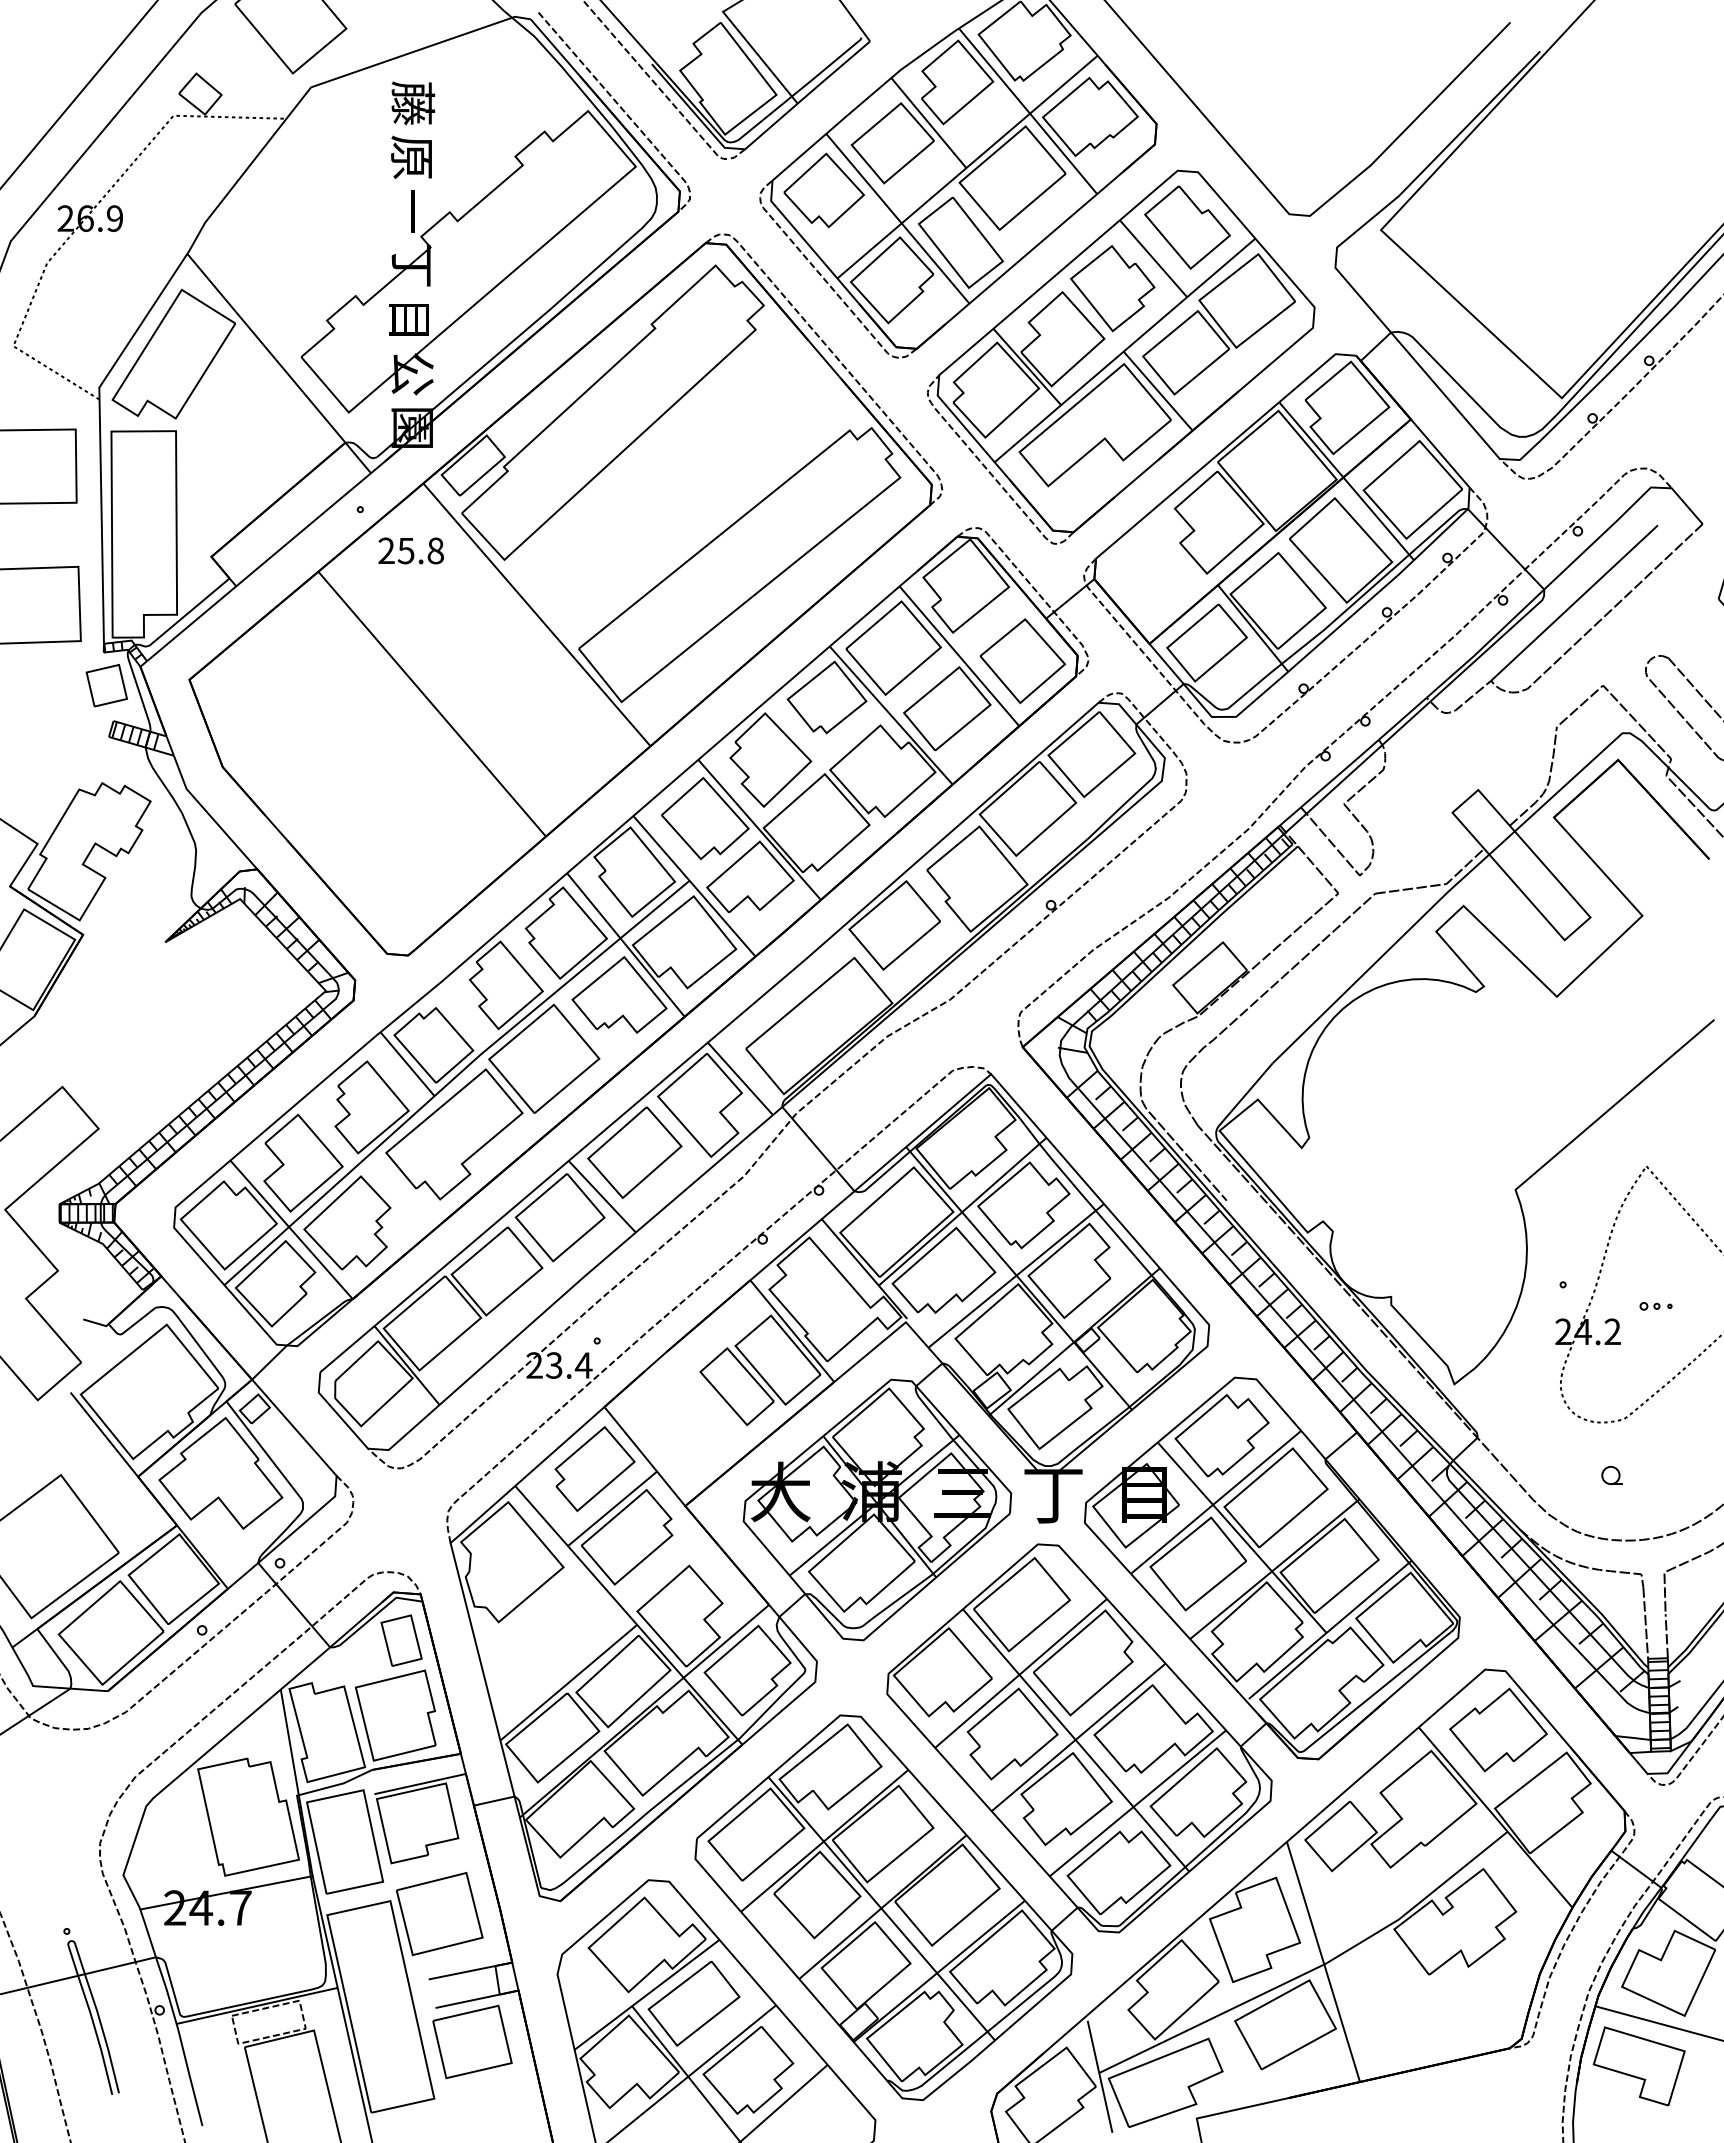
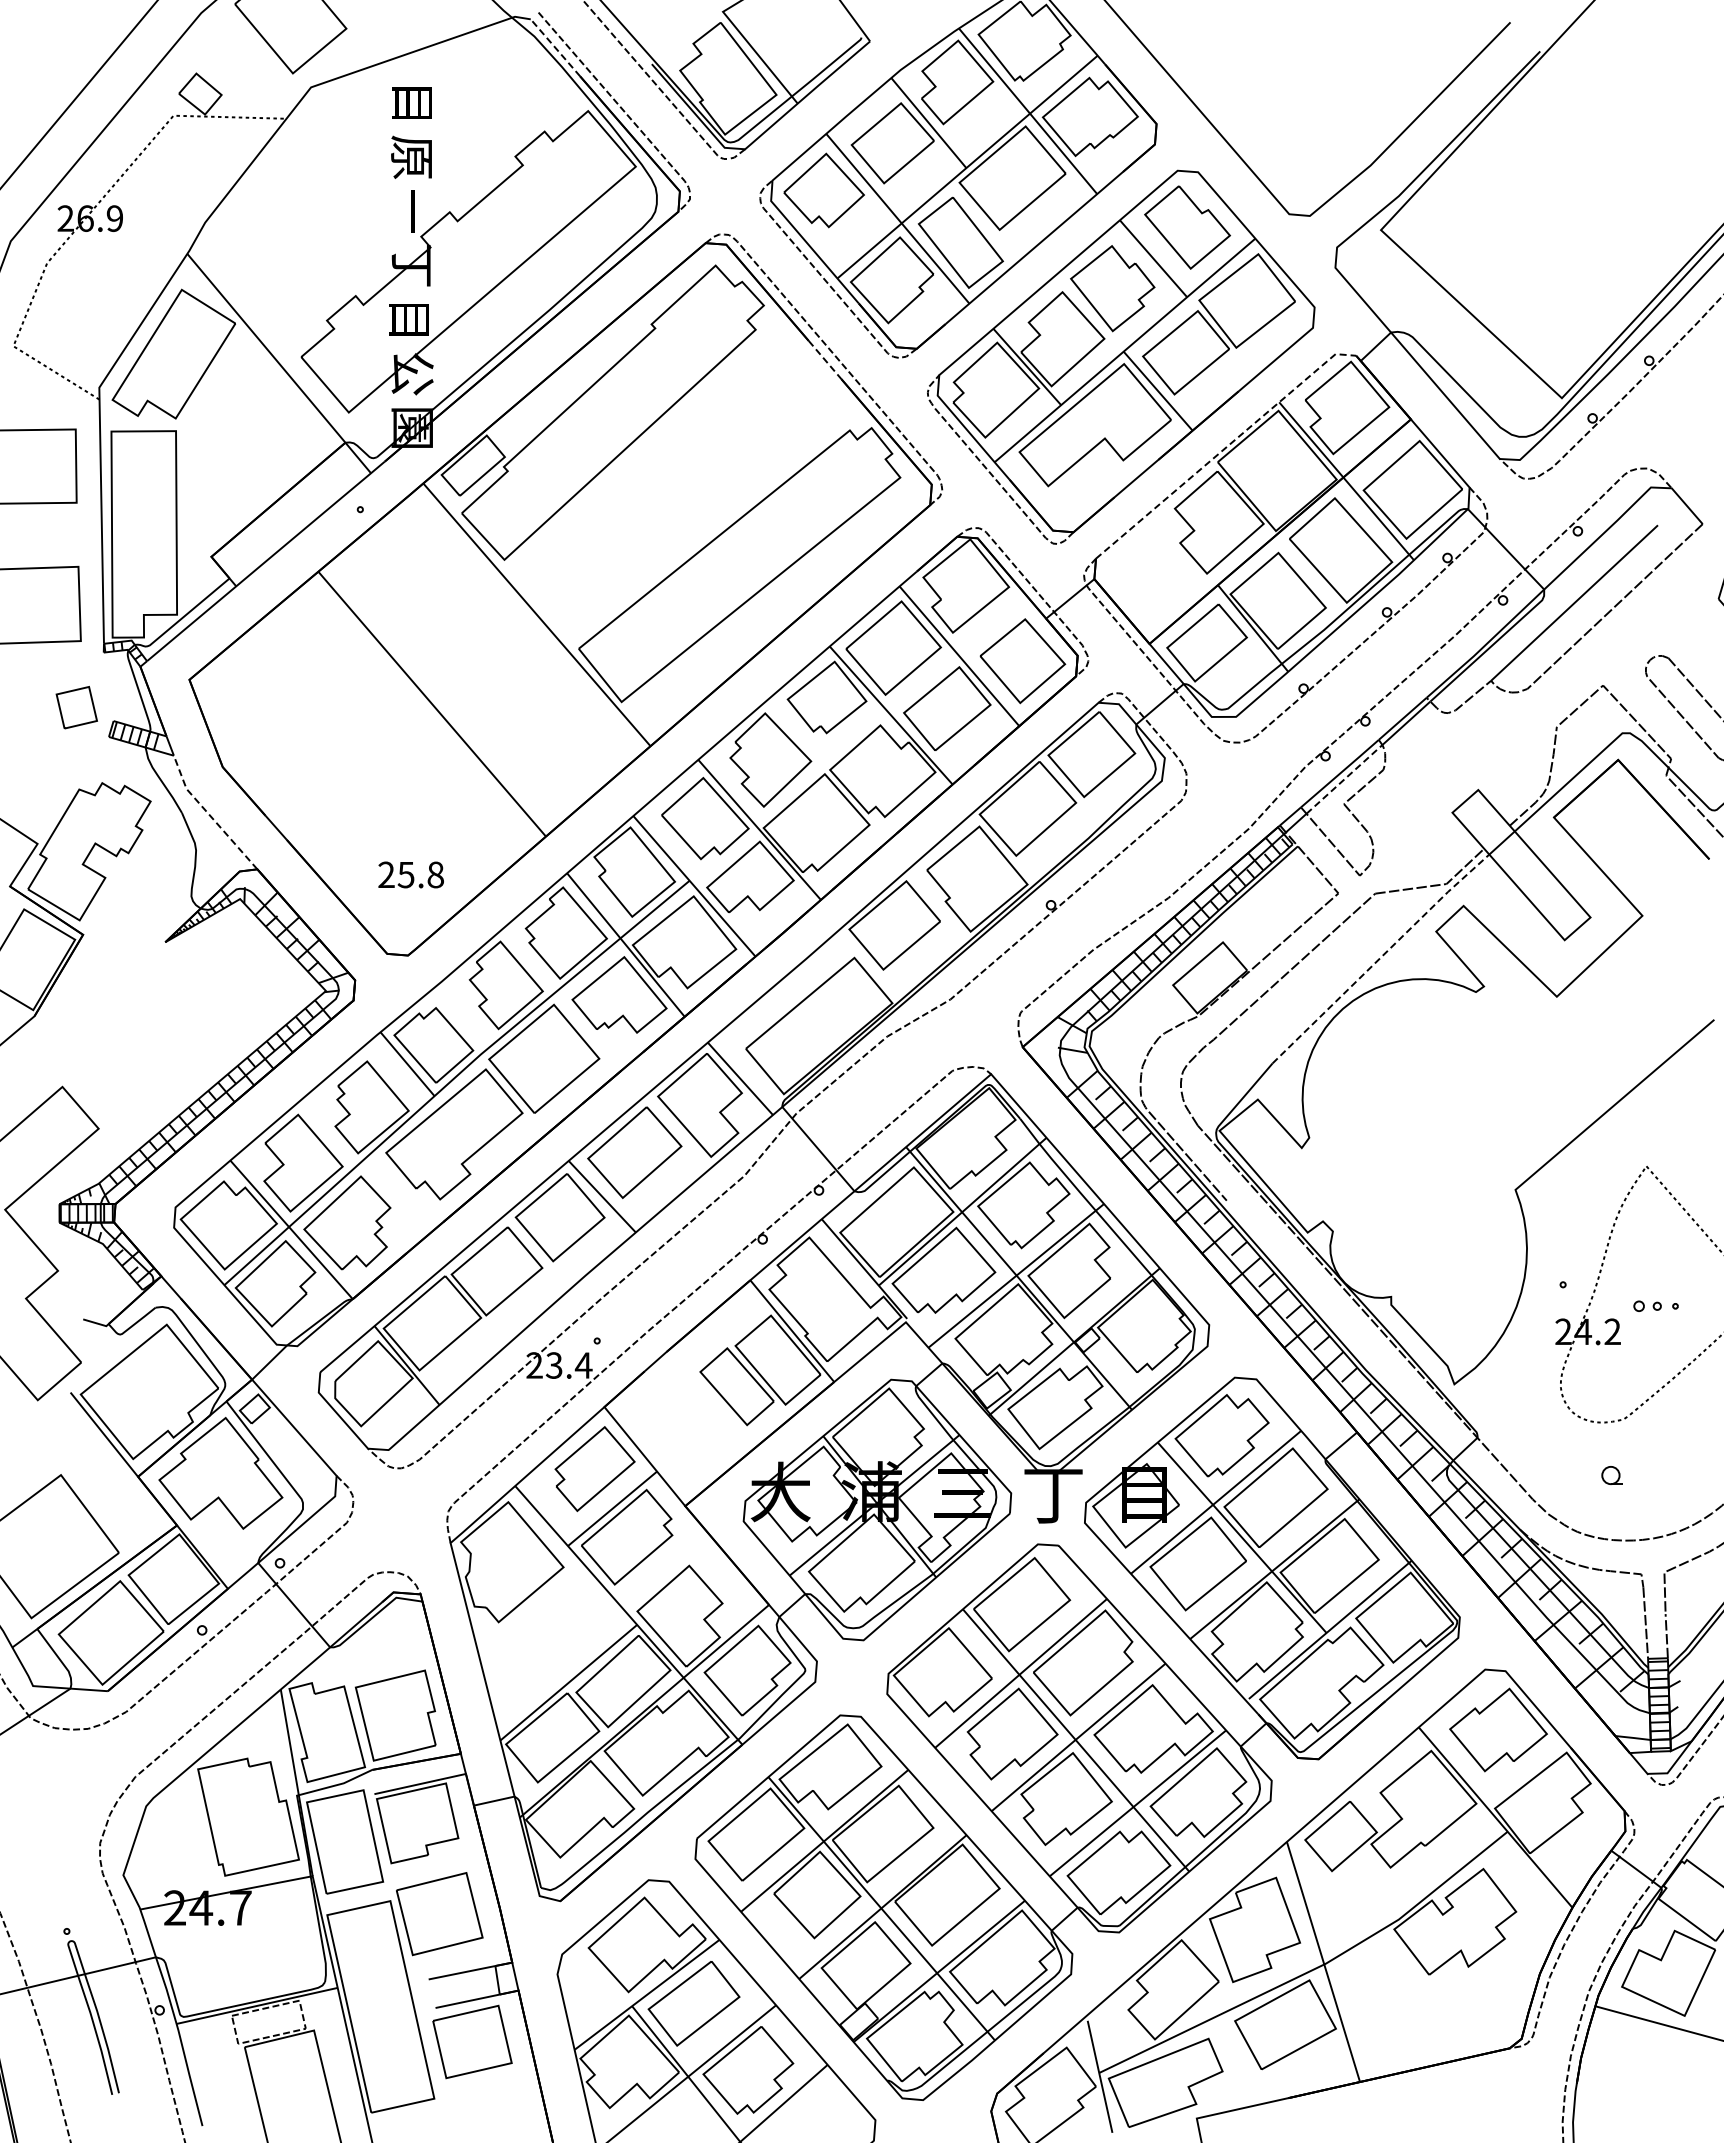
line at (555, 47): solid -> dashed
text at (413, 103): 藤 -> 目
line at (825, 360): solid -> dashed
line at (1225, 448): solid -> dashed
text at (410, 550) position: (410, 550) -> (410, 874)
part at (106, 685) position: (106, 685) -> (76, 707)
line at (1344, 779): solid -> dashed
line at (209, 815): solid -> dashed
line at (1381, 957): solid -> dashed
part at (1655, 1306) size: 34x9 px -> 46x12 px
part at (401, 1640): present -> none
part at (1638, 2066): present -> none
